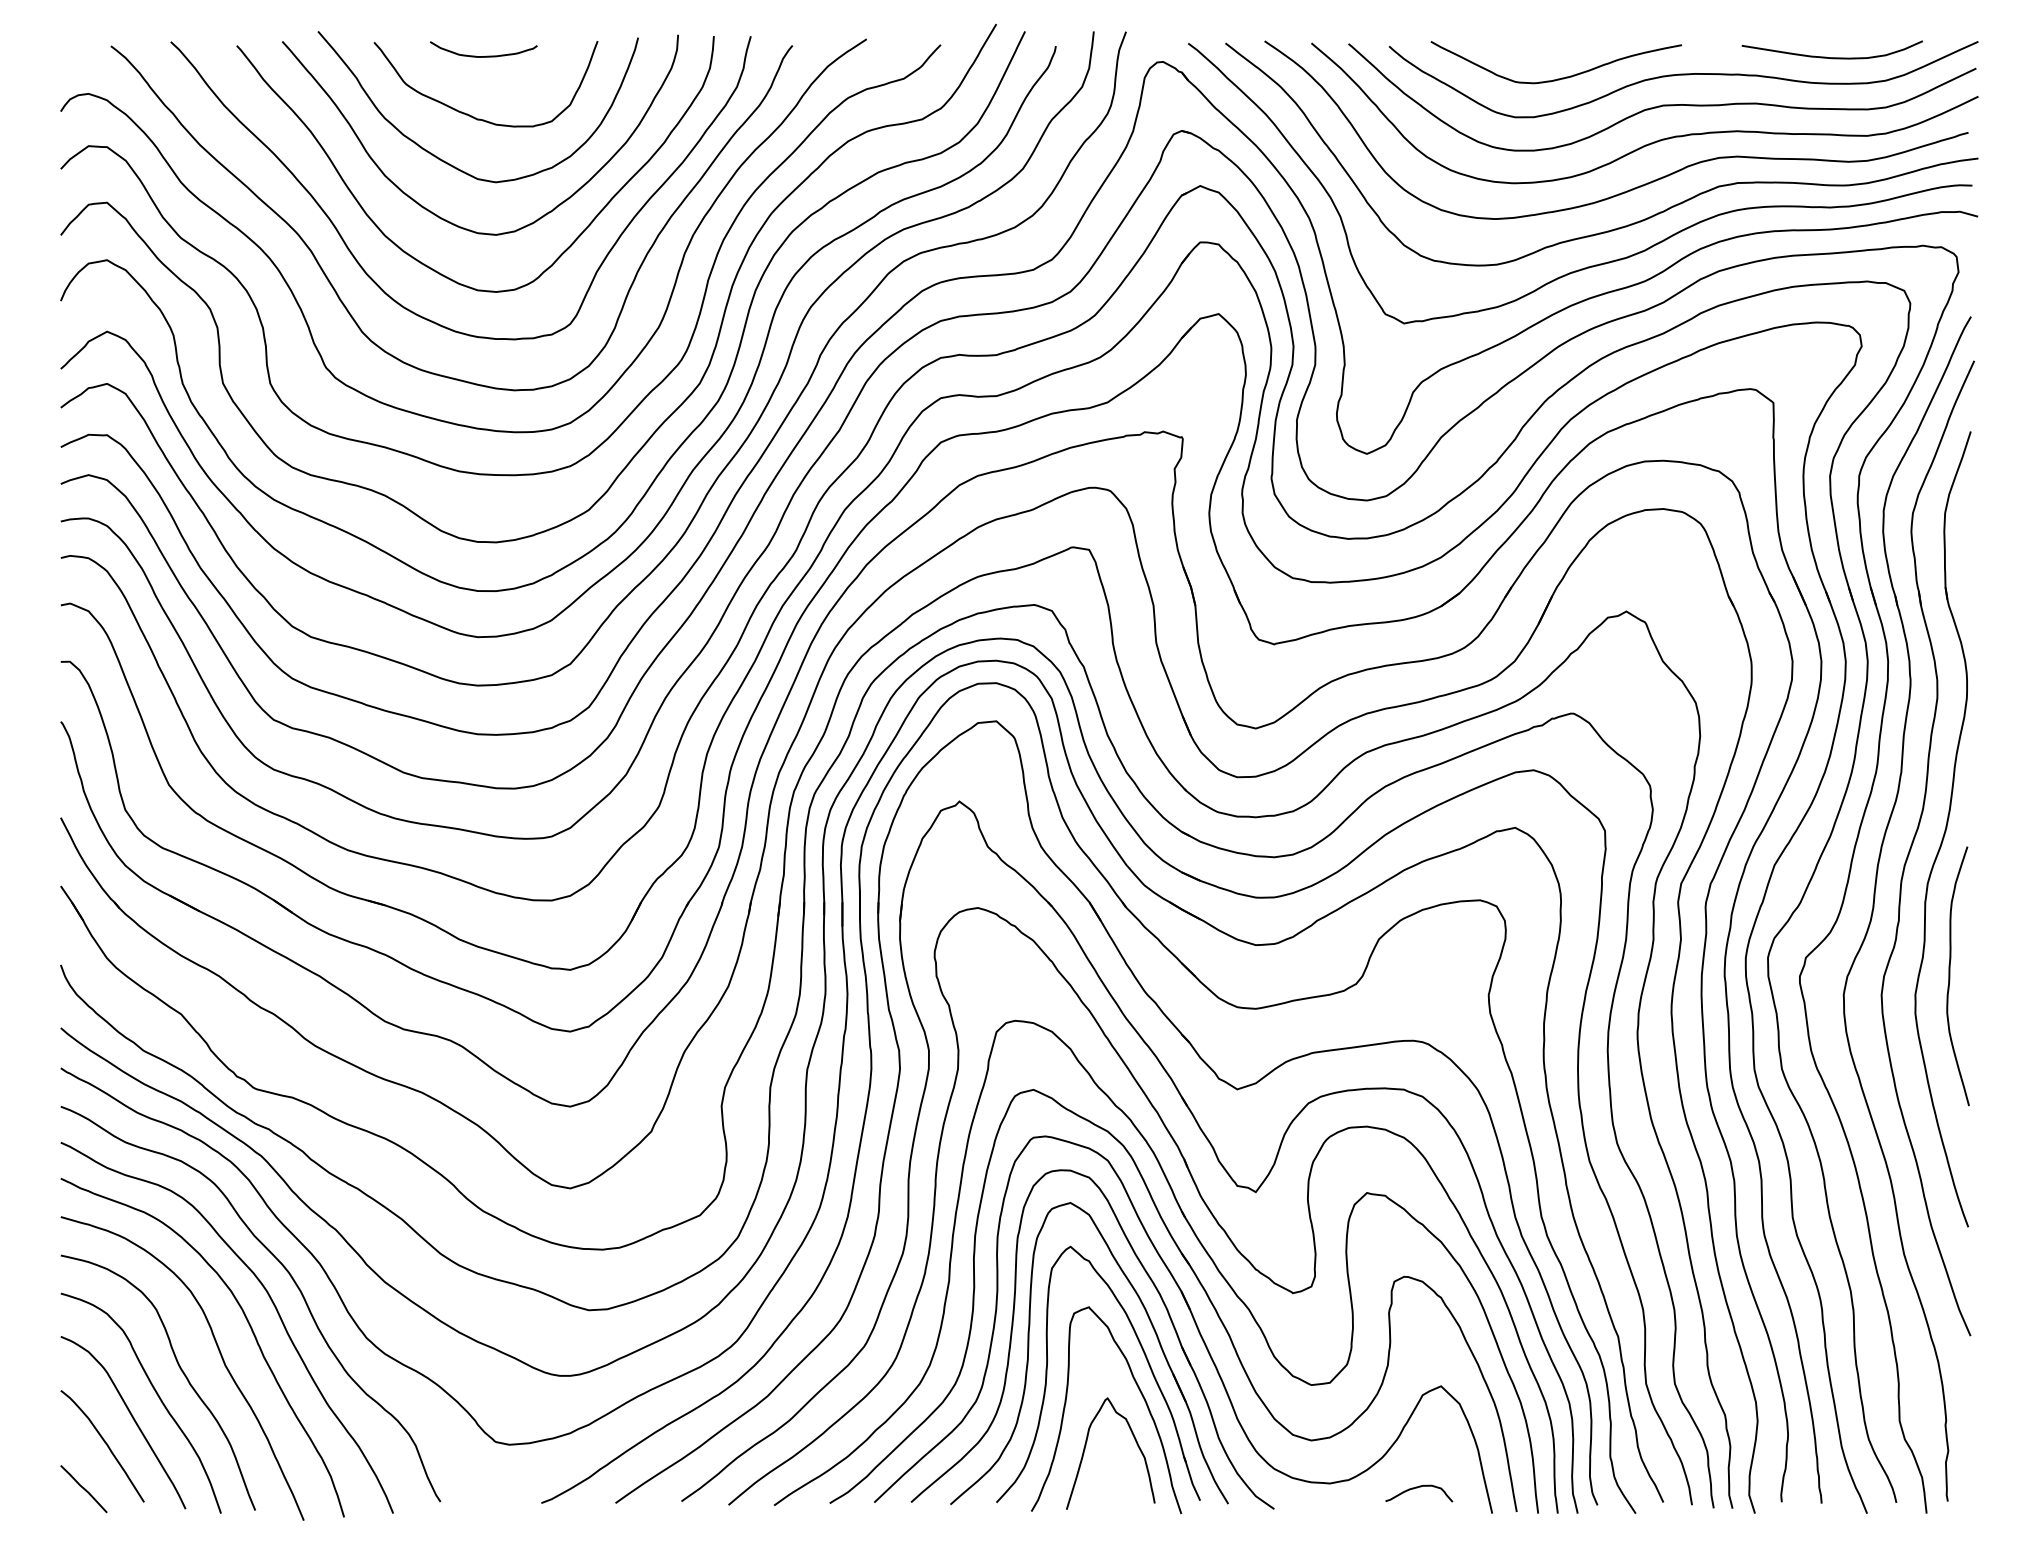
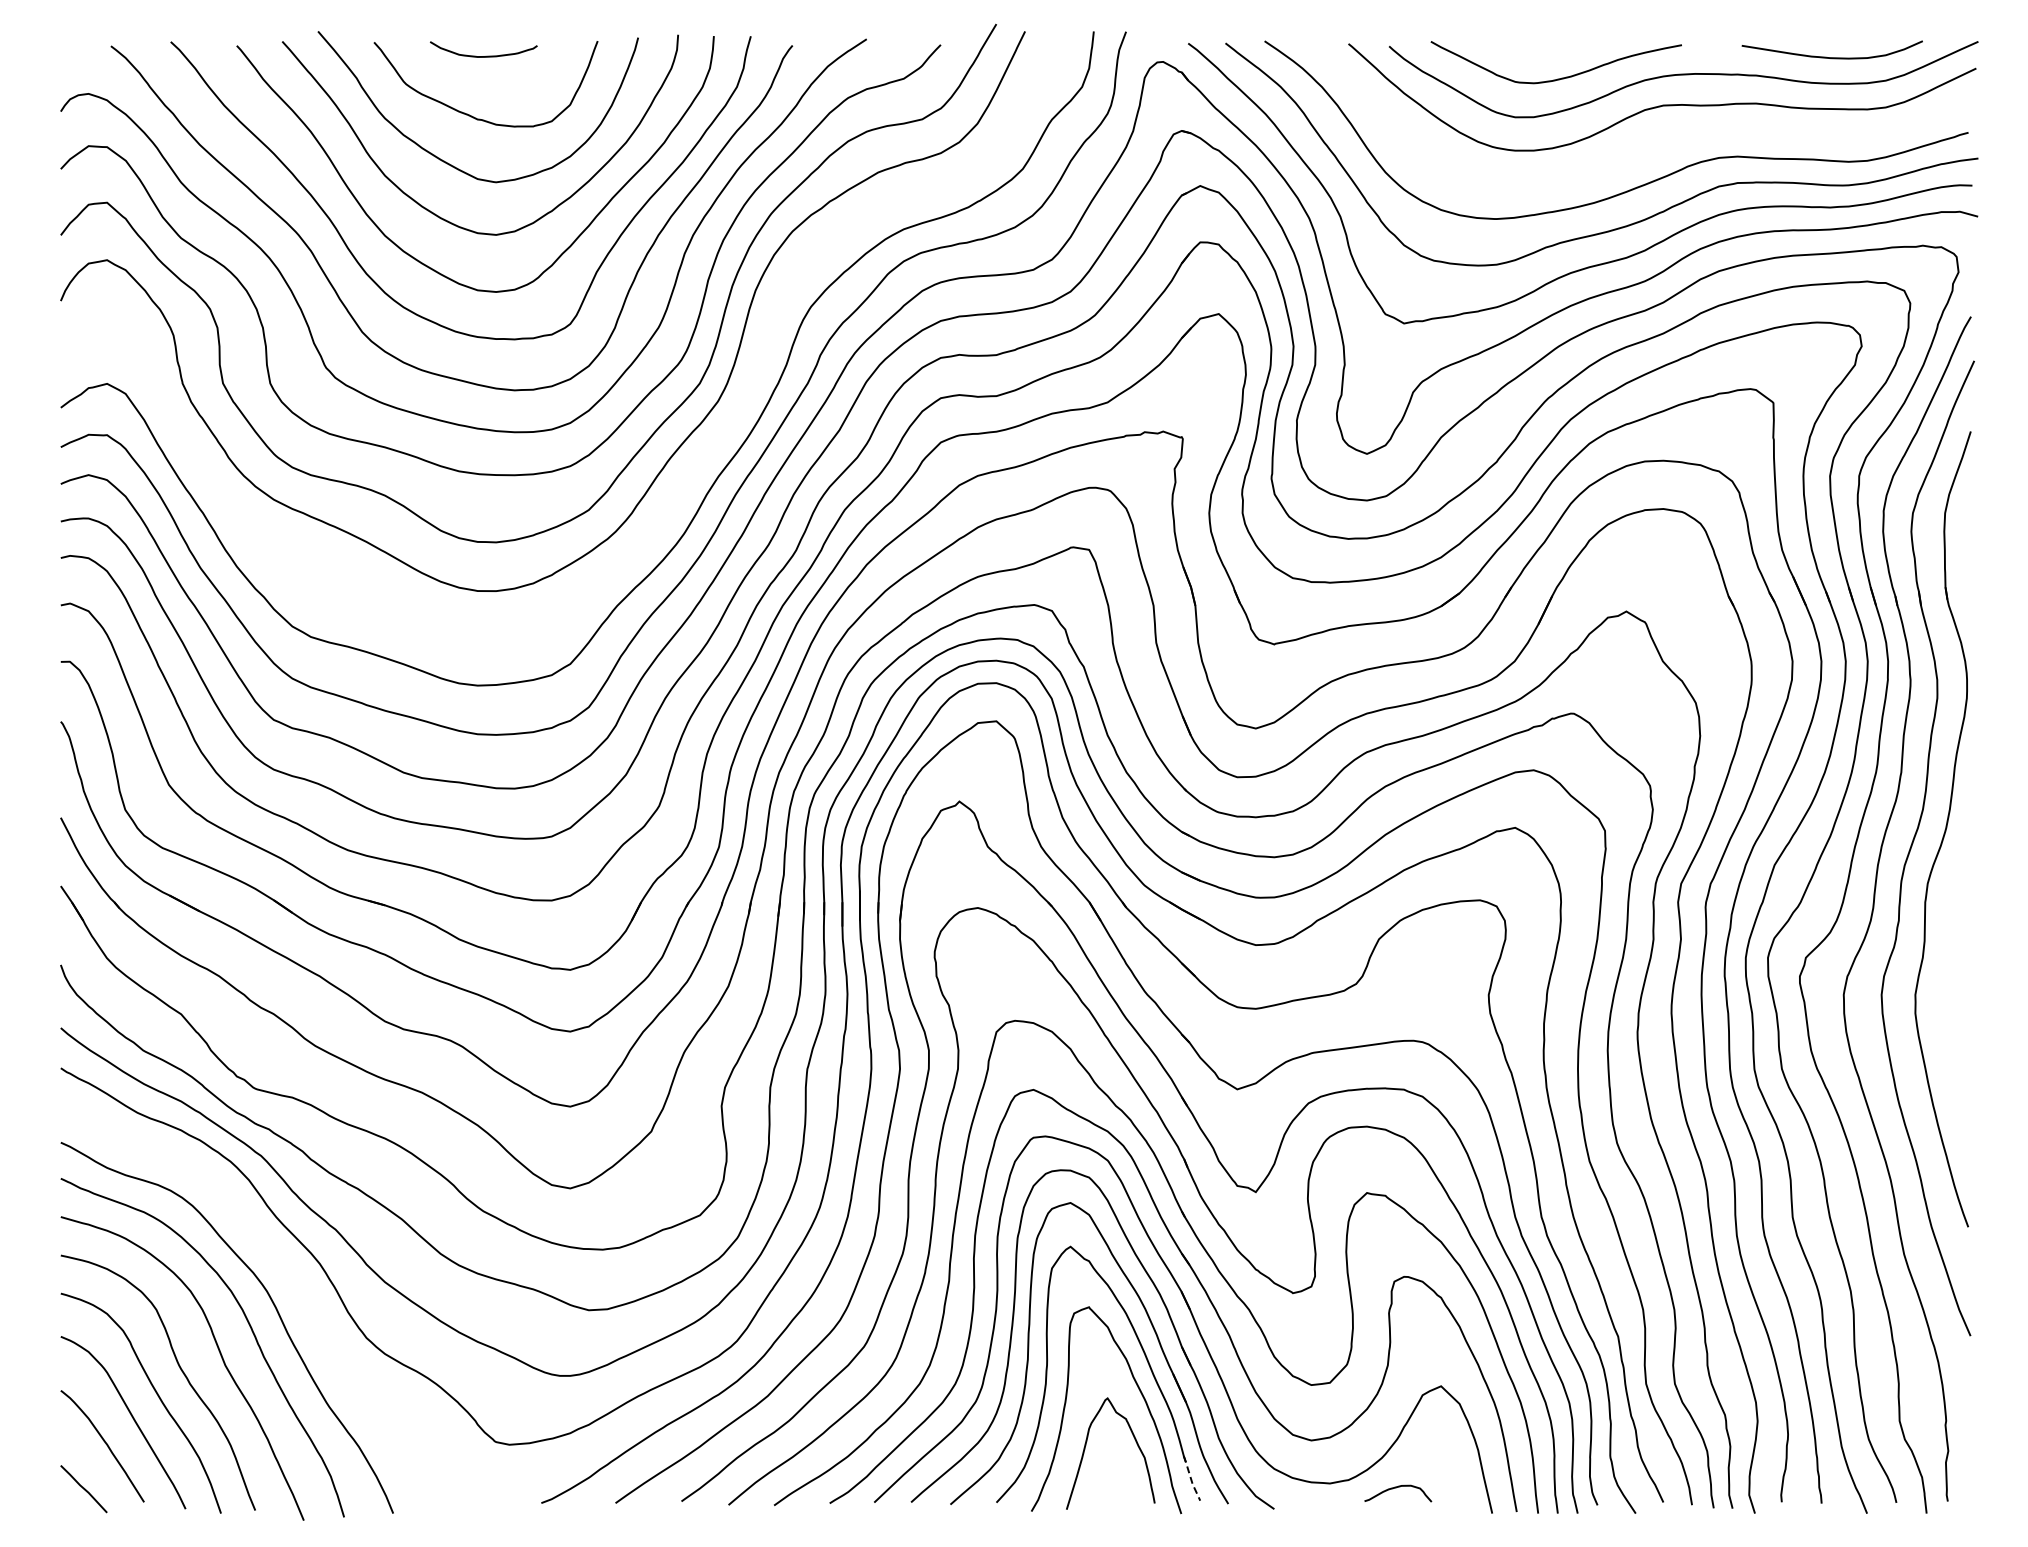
curve at (1653, 141): present -> none
curve at (703, 455): present -> none
curve at (1950, 976): present -> none
curve at (290, 1277): present -> none
line at (1190, 1478): solid -> dashed
curve at (1417, 1488) position: (1417, 1488) -> (1396, 1488)
